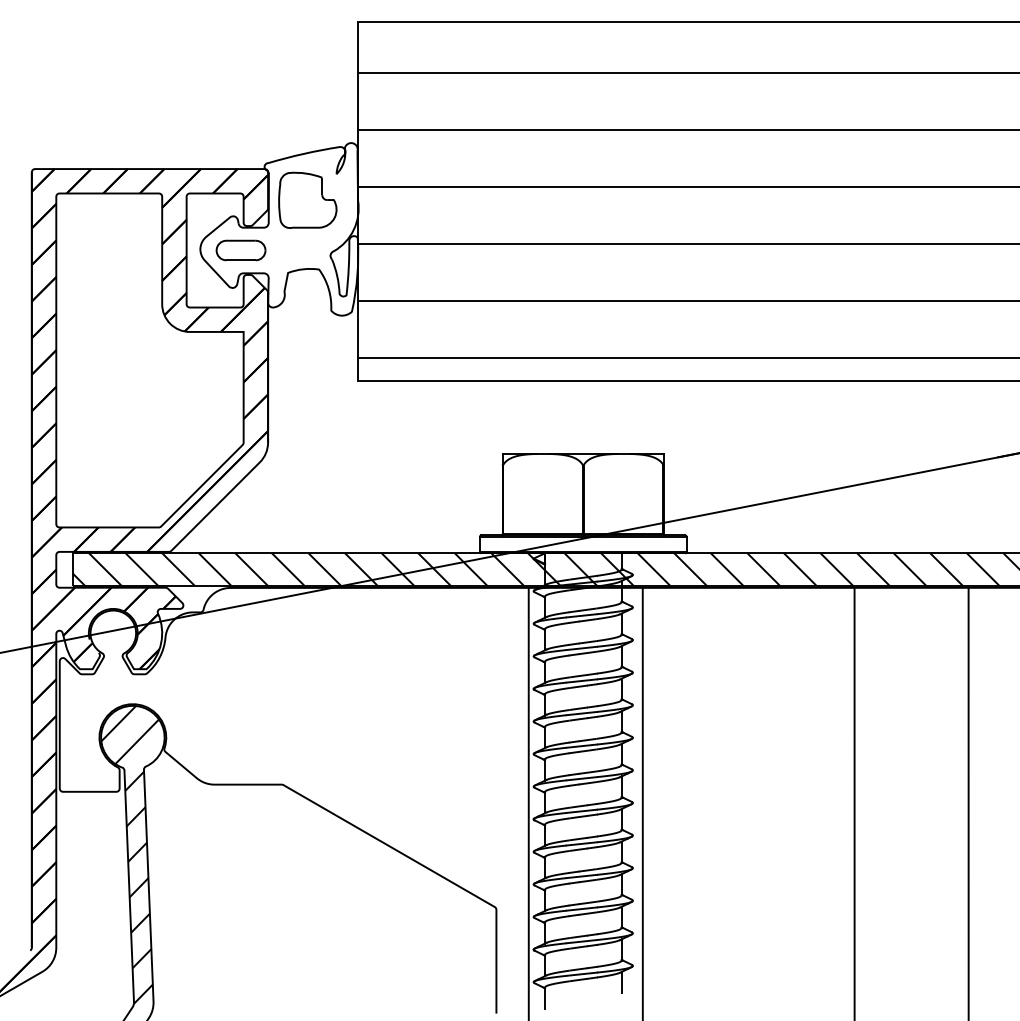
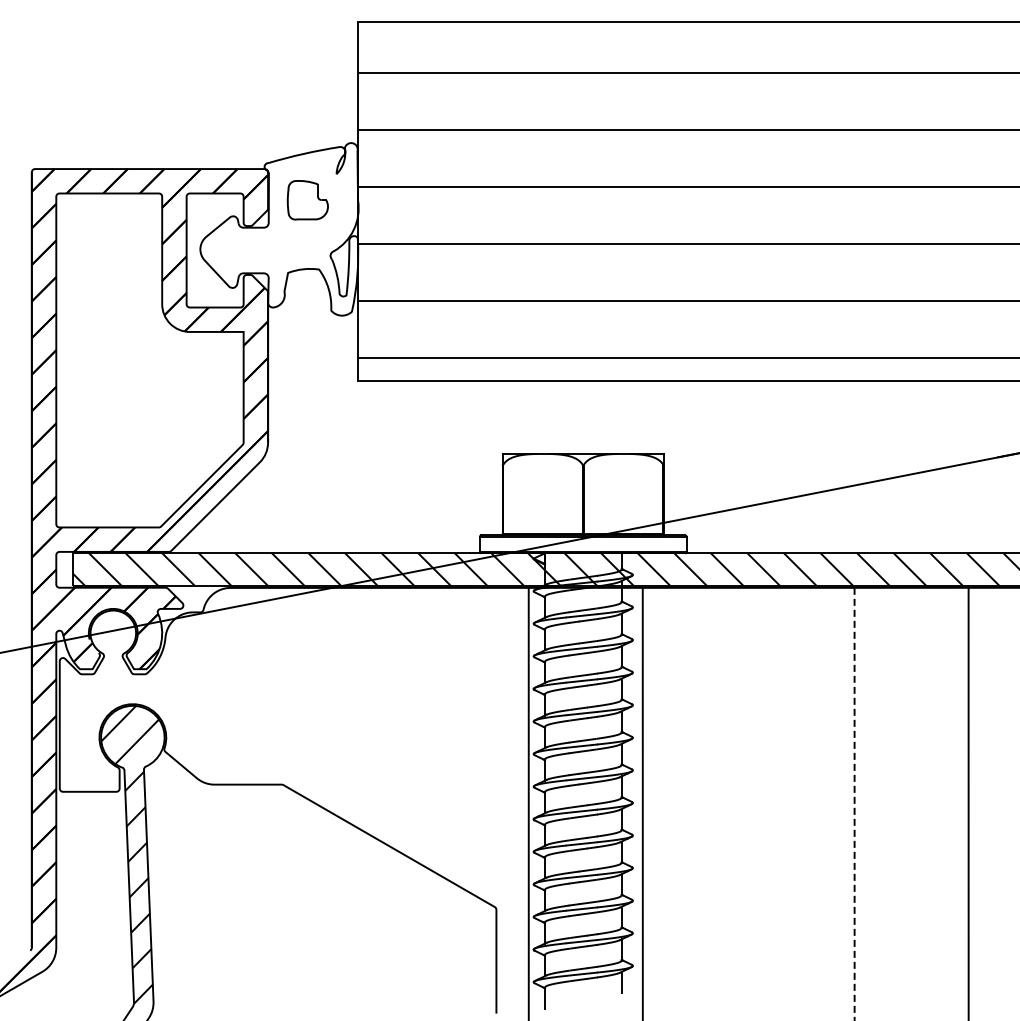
part at (307, 199) size: 60x58 px -> 43x41 px
part at (240, 250): present -> none
line at (854, 804): solid -> dashed
